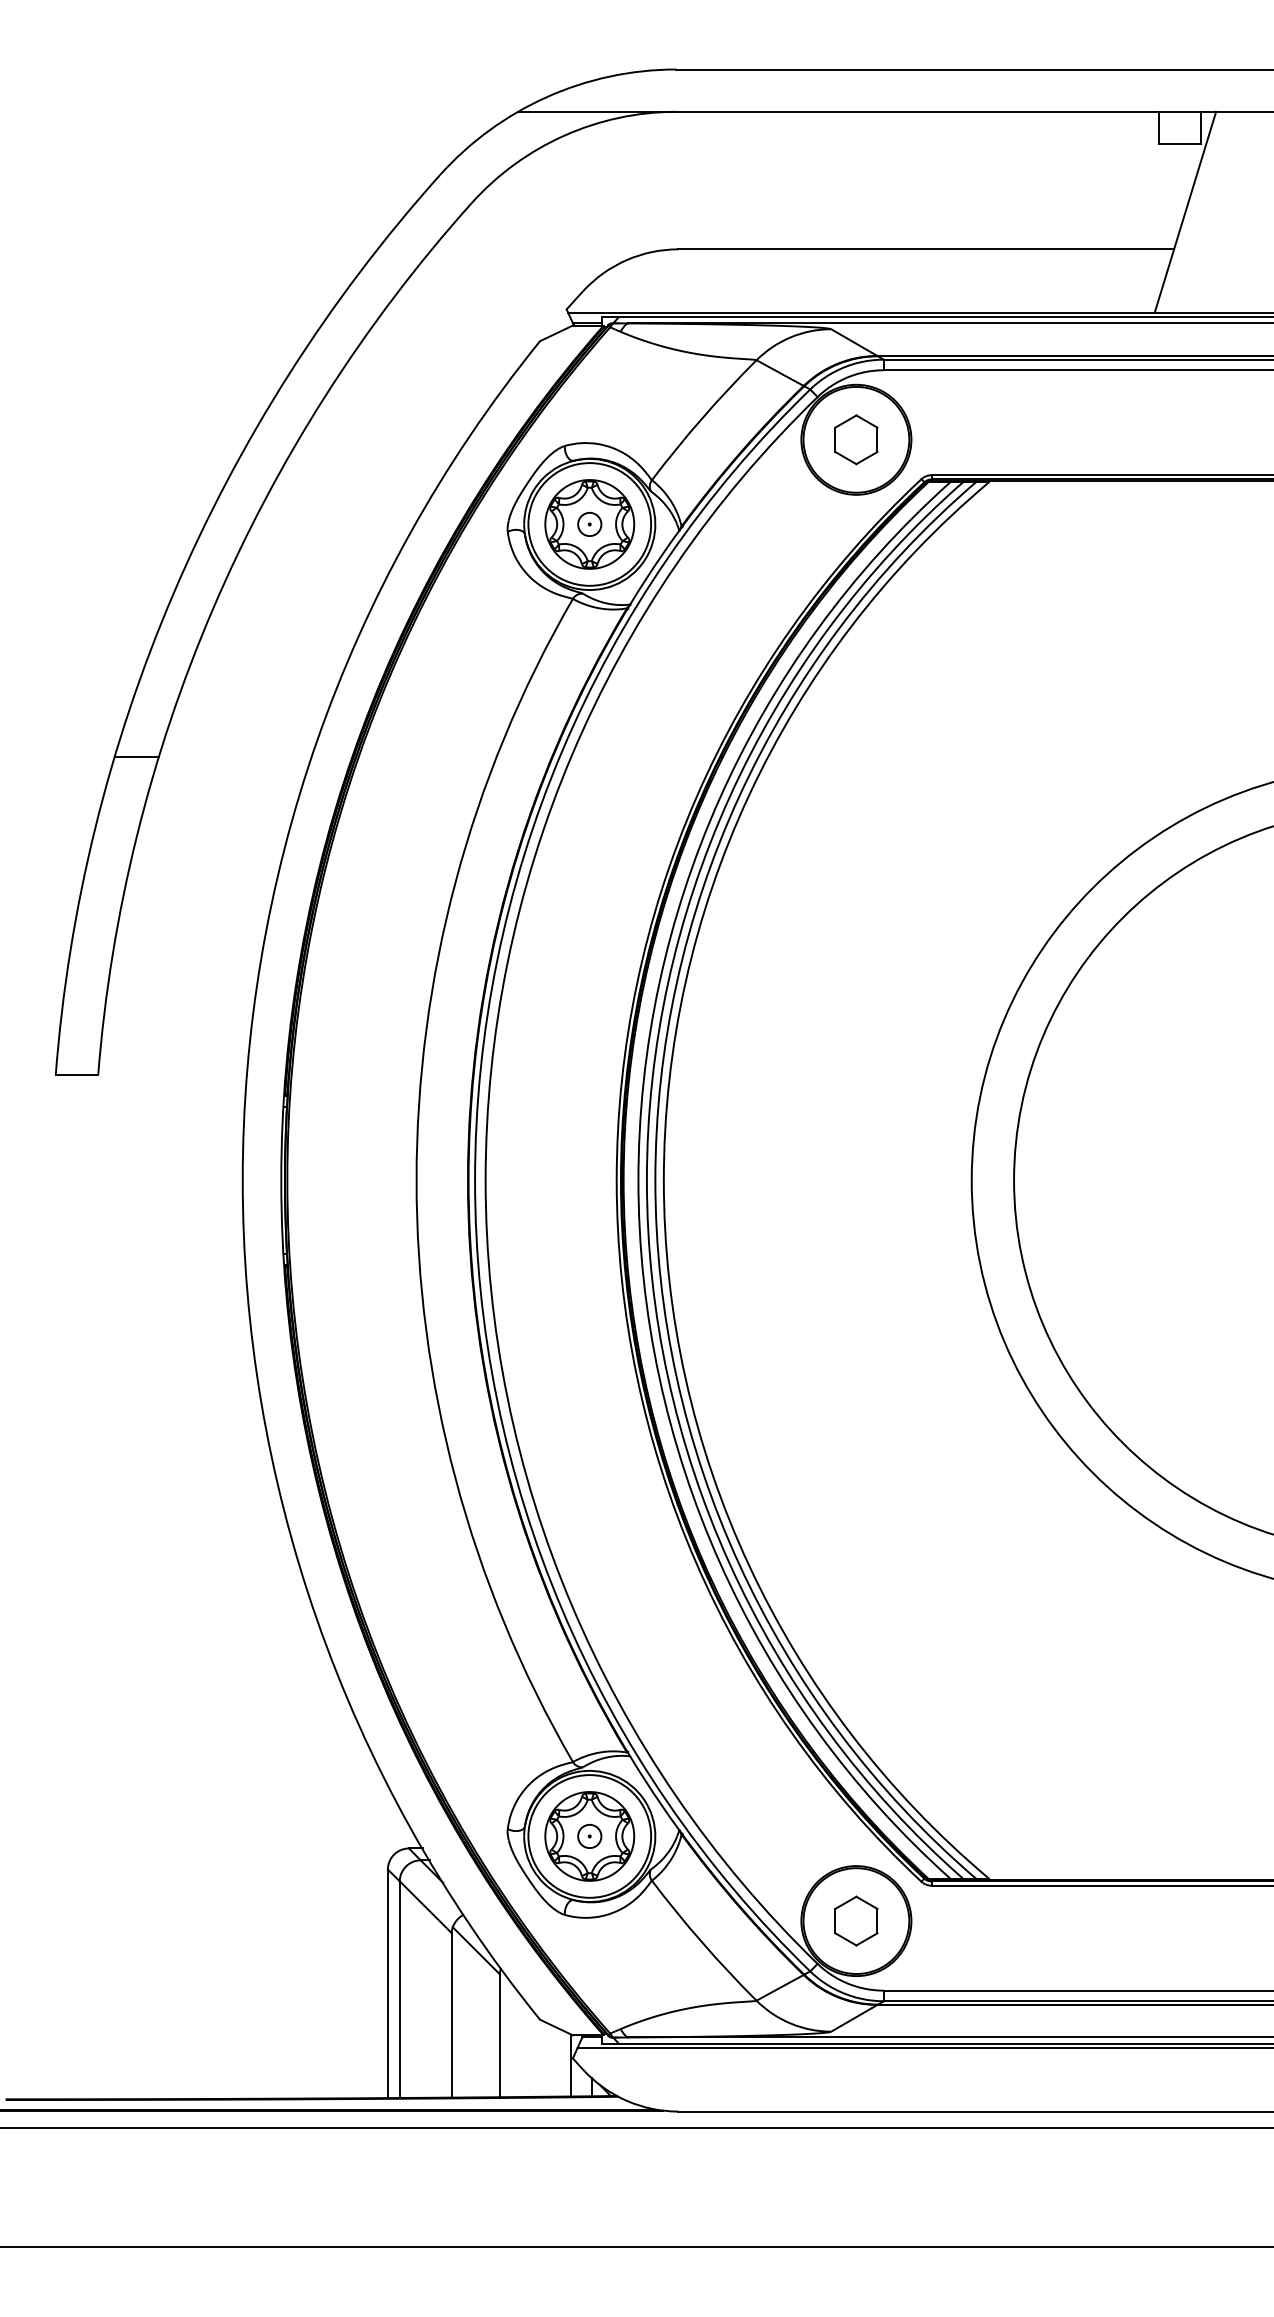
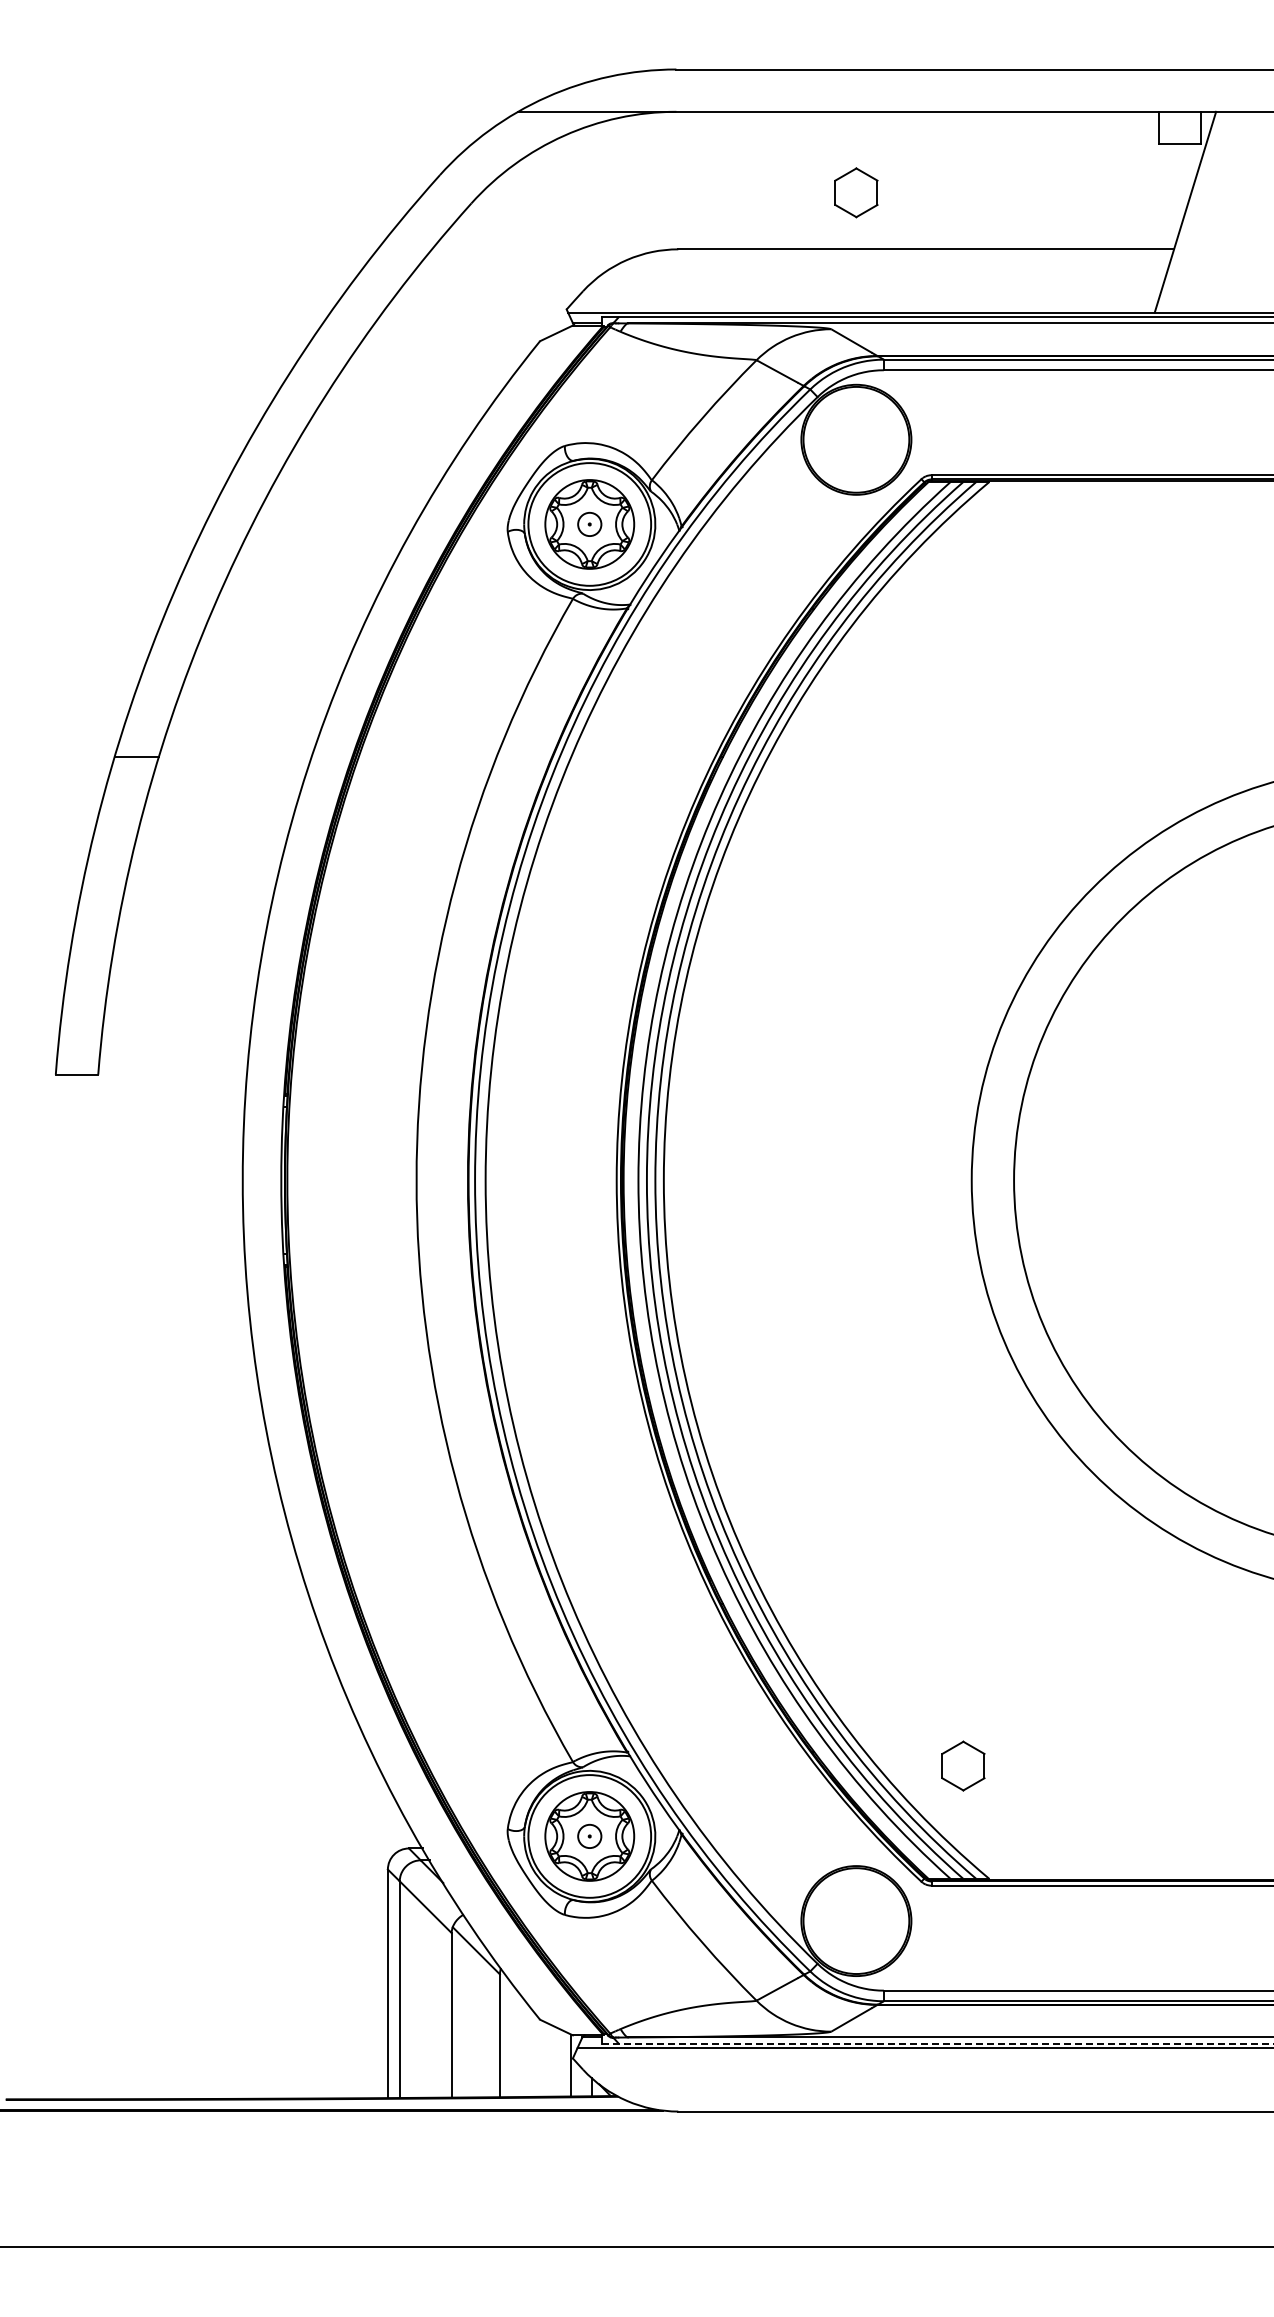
part at (856, 439) position: (856, 439) -> (856, 192)
part at (856, 1920) position: (856, 1920) -> (963, 1765)
line at (938, 2043): solid -> dashed
line at (636, 2128): present -> none
